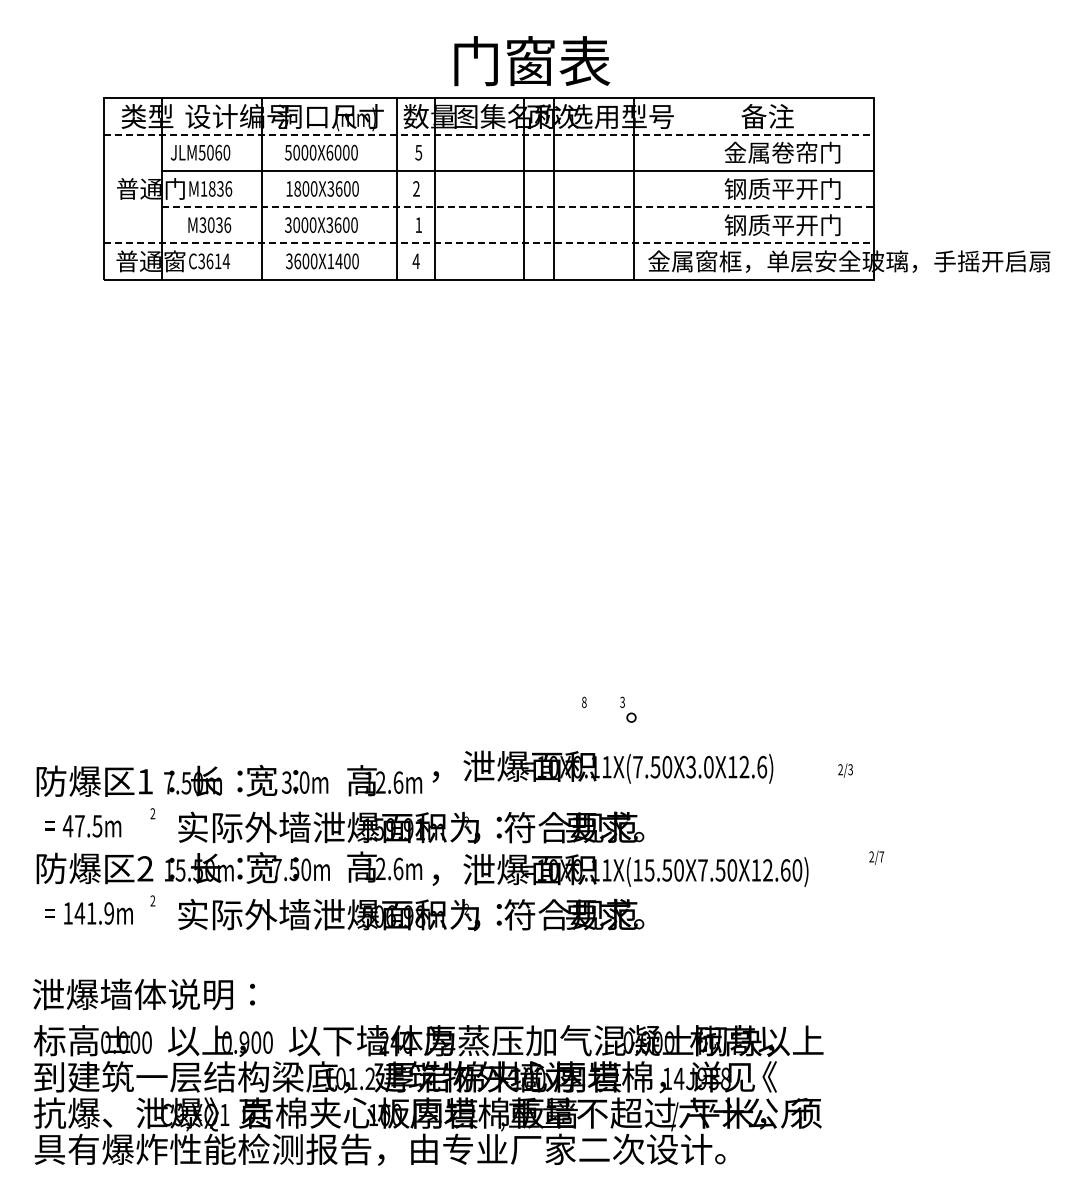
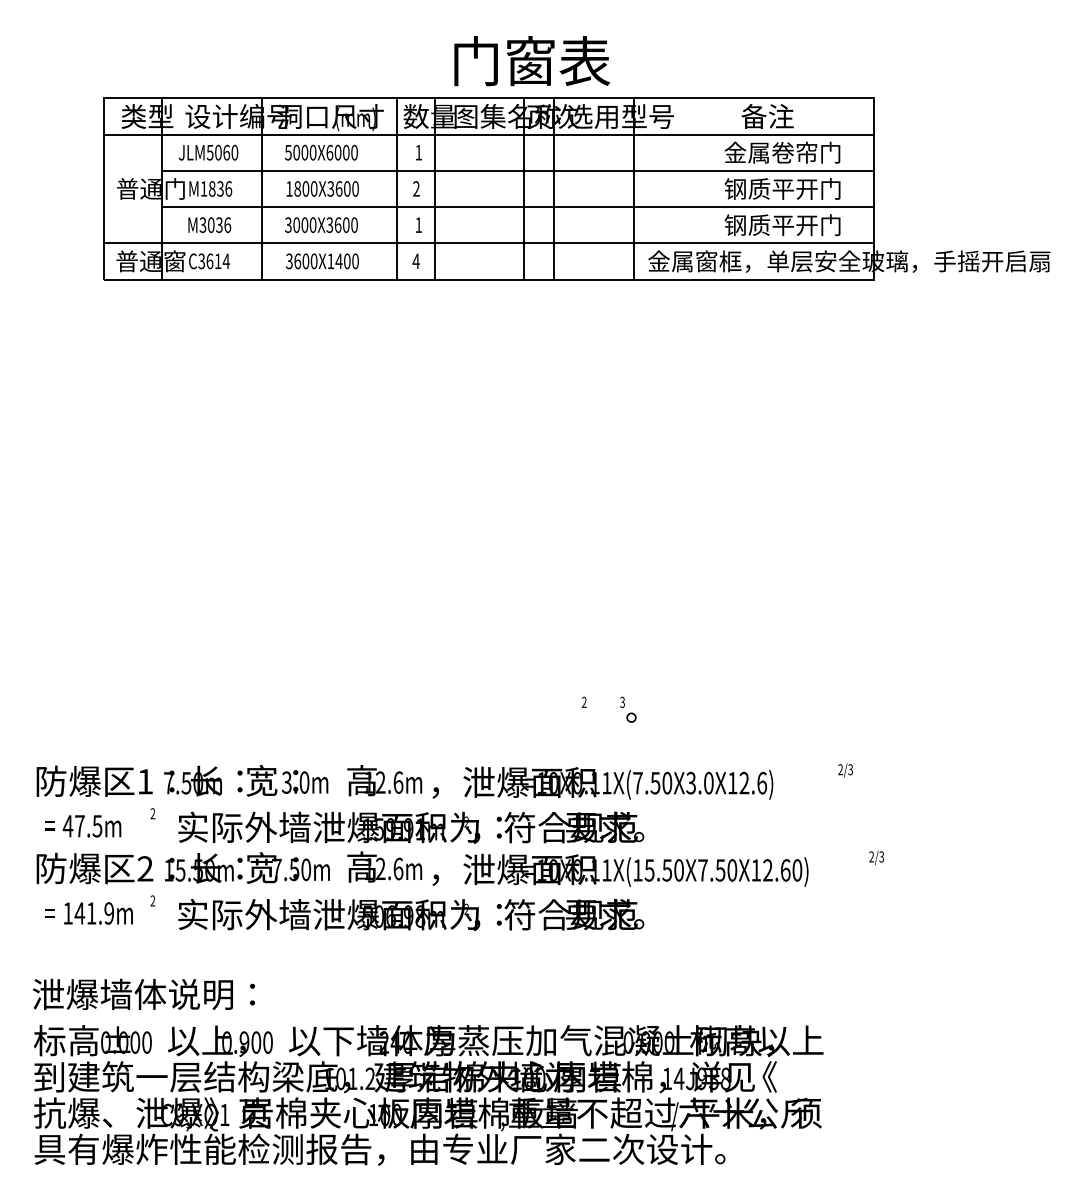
line at (488, 134): dashed -> solid
text at (200, 152) position: (200, 152) -> (208, 152)
text at (418, 152): 5 -> 1
line at (517, 207): dashed -> solid
line at (488, 243): dashed -> solid
text at (584, 701): 8 -> 2
text at (602, 766) position: (602, 766) -> (602, 782)
text at (881, 856): 2/7 -> 2/3
